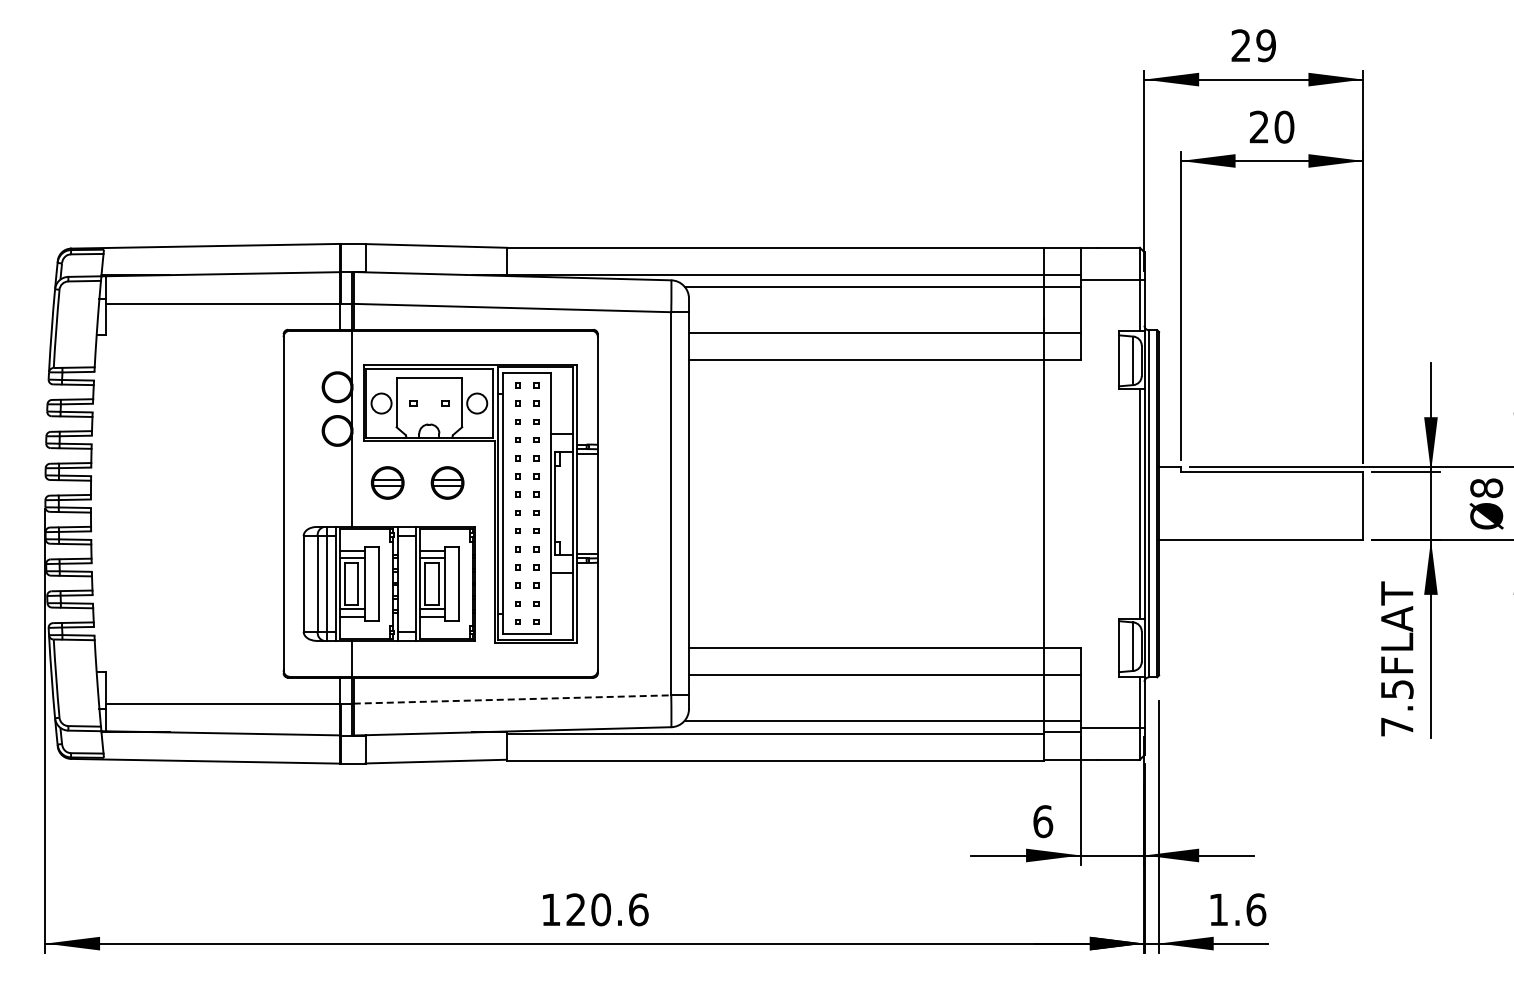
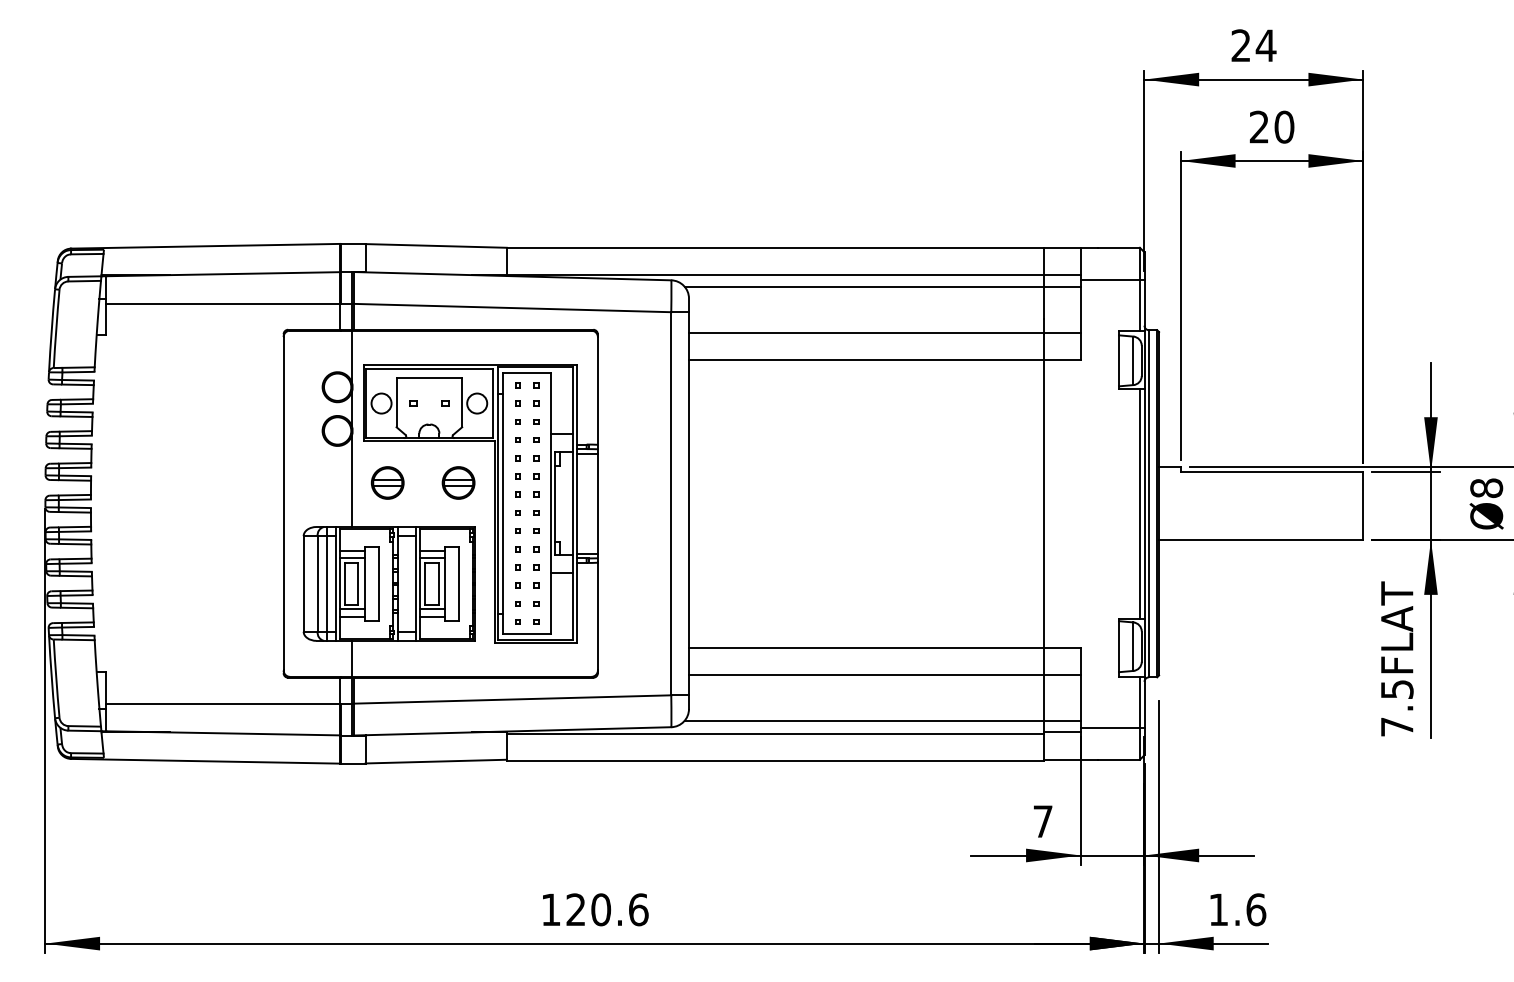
text at (1265, 45): 29 -> 24
part at (447, 482) position: (447, 482) -> (458, 482)
line at (512, 699): dashed -> solid
text at (1043, 821): 6 -> 7
